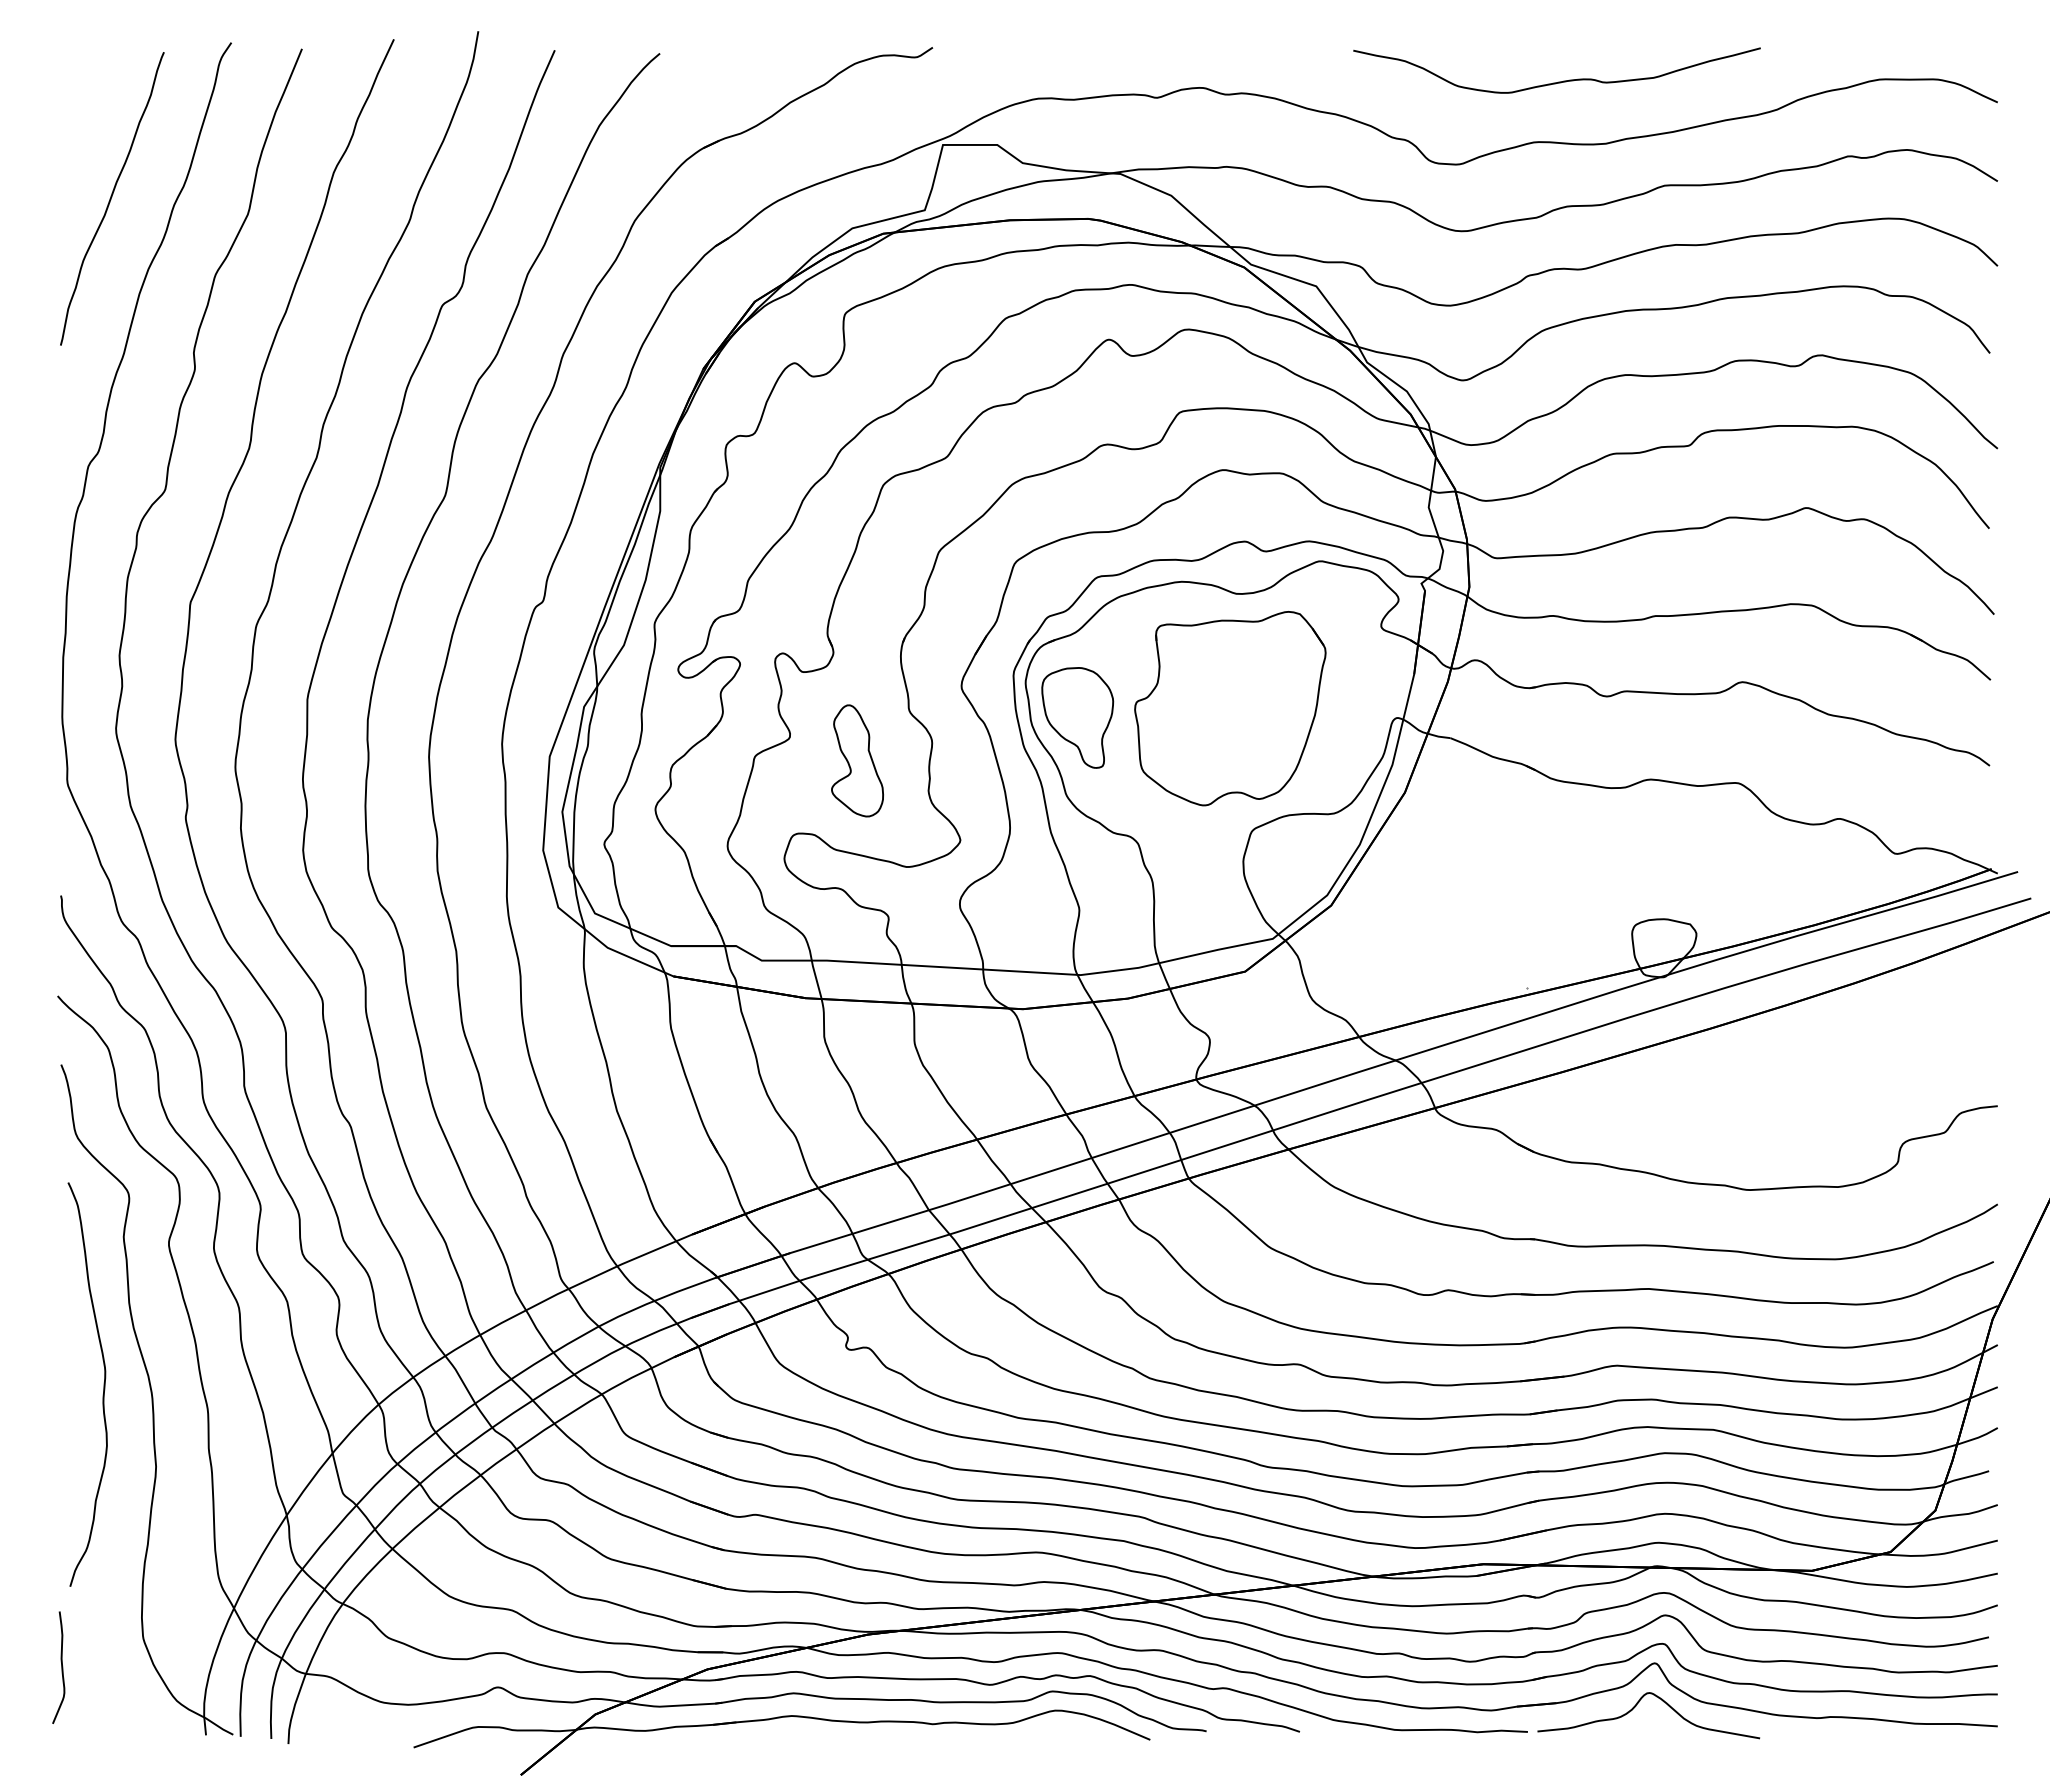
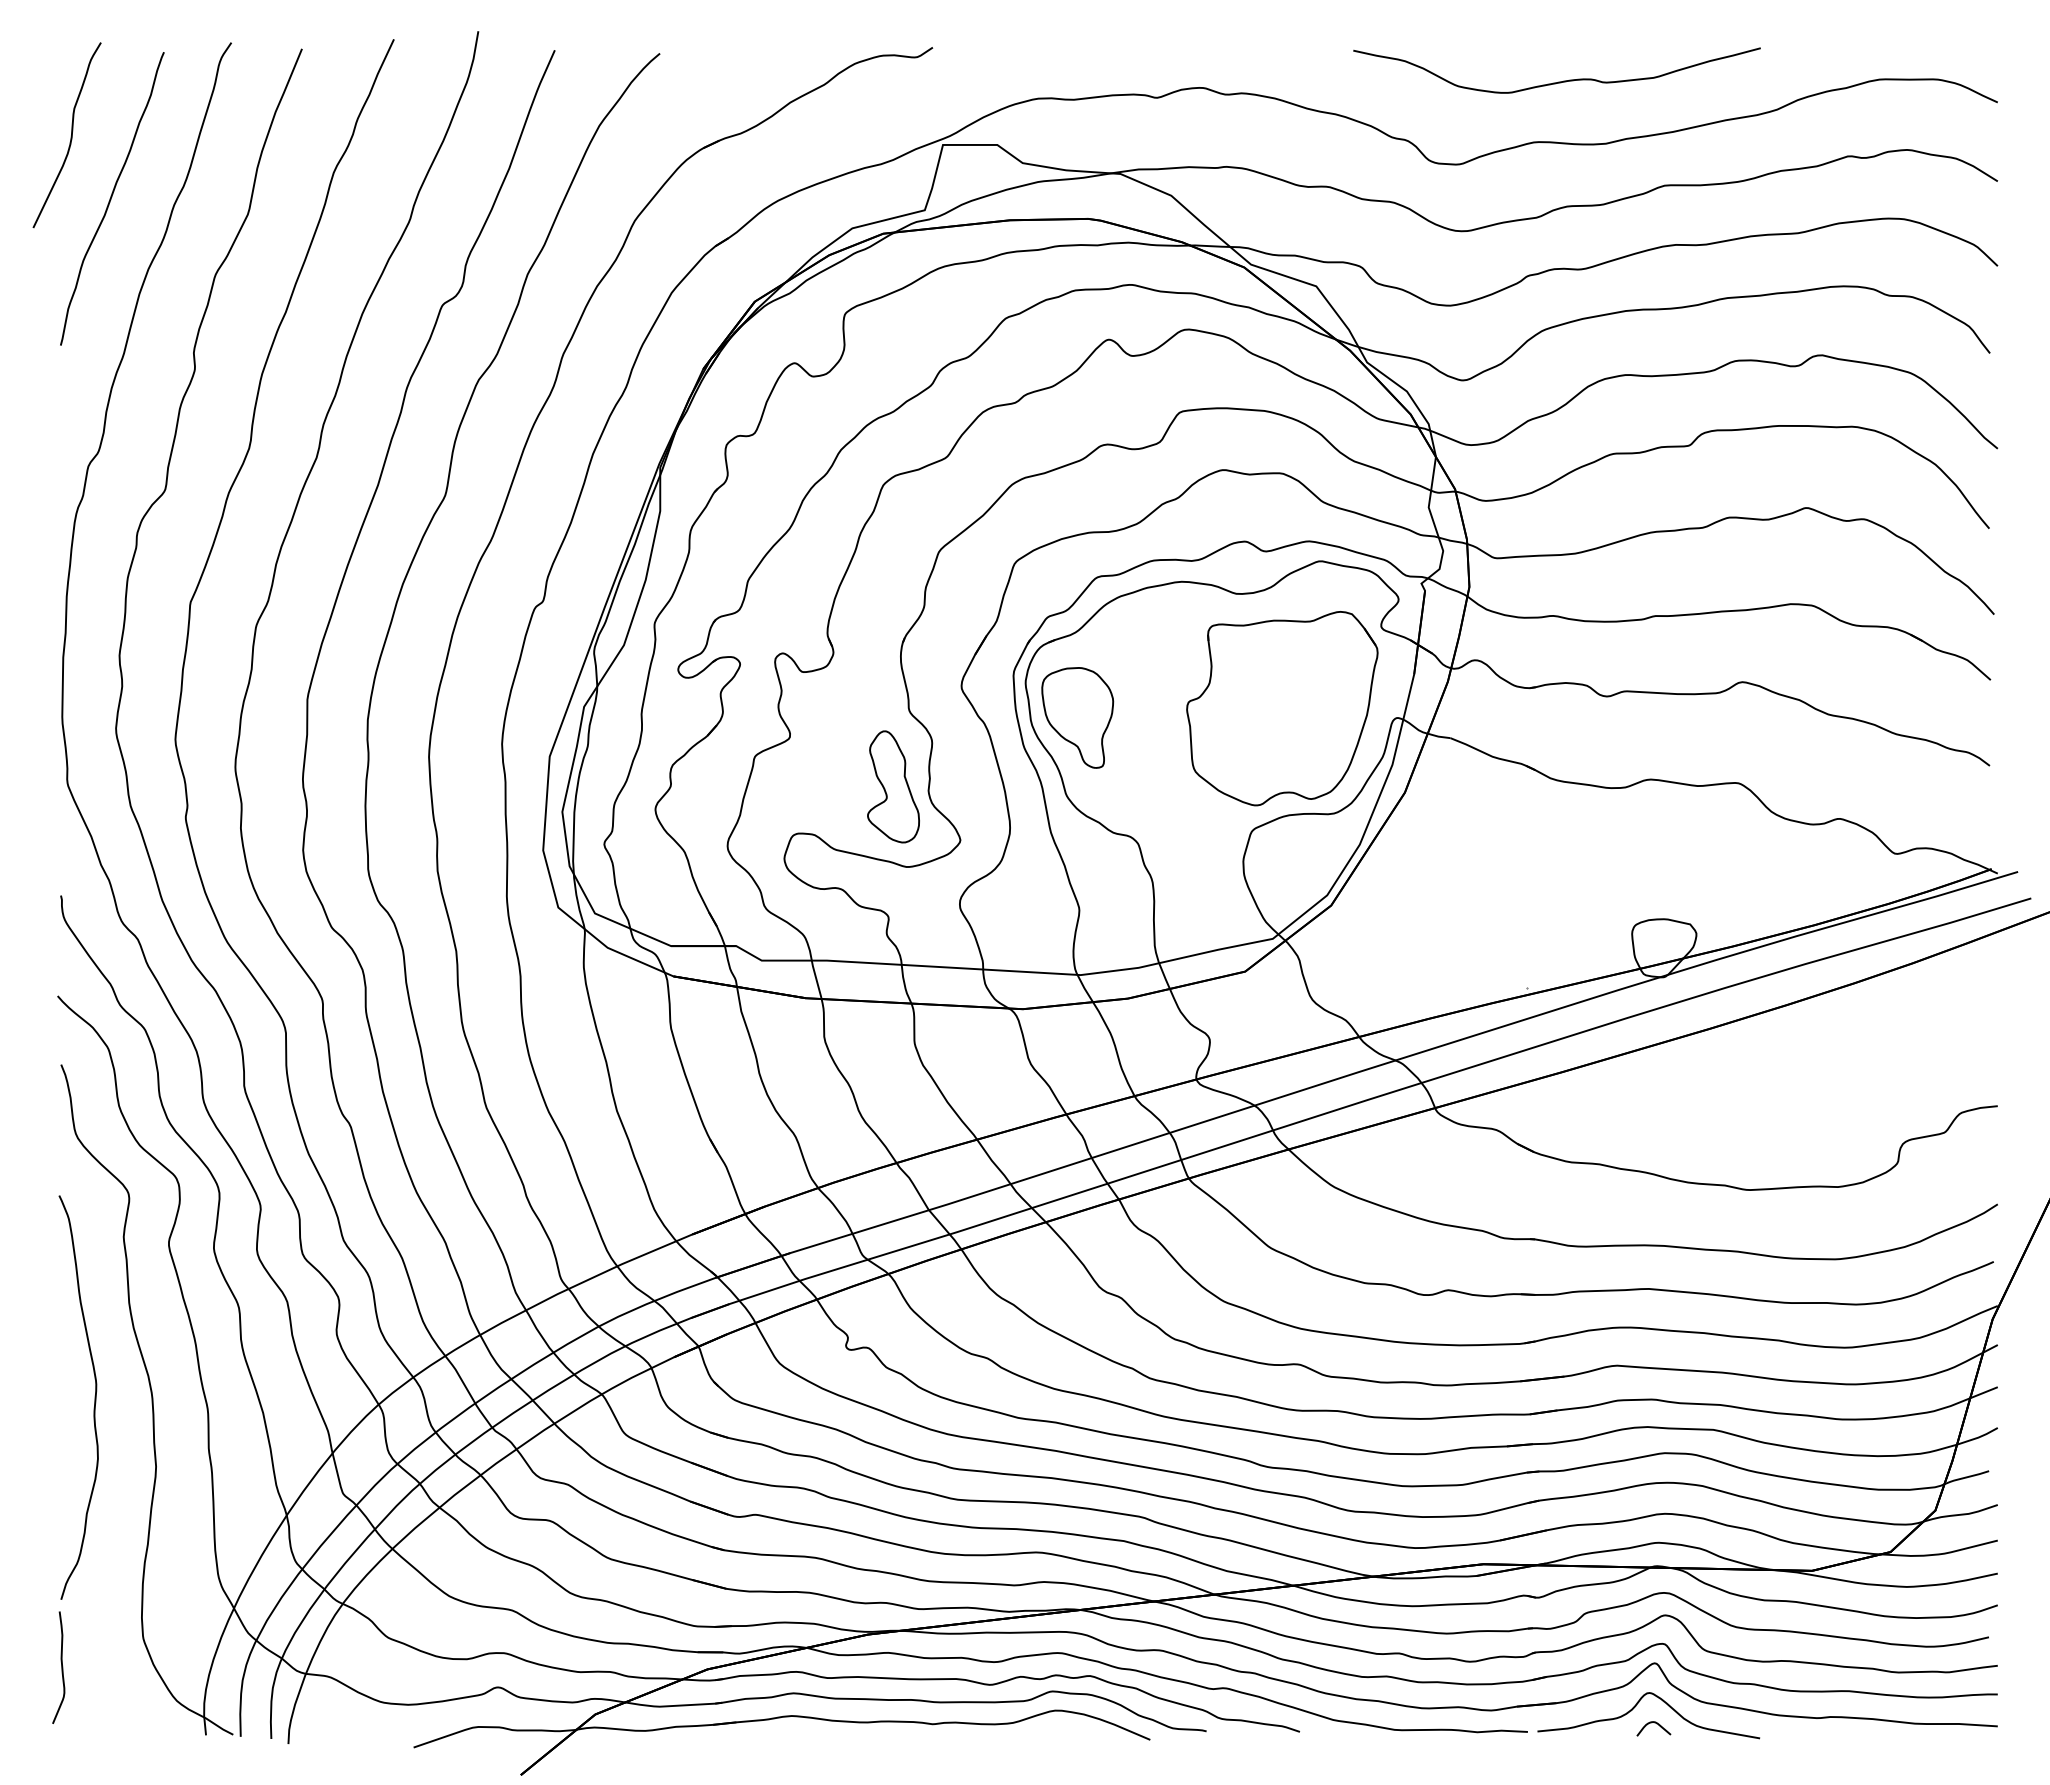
curve at (70, 136): none -> present
part at (1230, 708) position: (1230, 708) -> (1282, 708)
part at (857, 760) position: (857, 760) -> (893, 786)
curve at (103, 1384) position: (103, 1384) -> (94, 1397)
curve at (1656, 1724): none -> present
